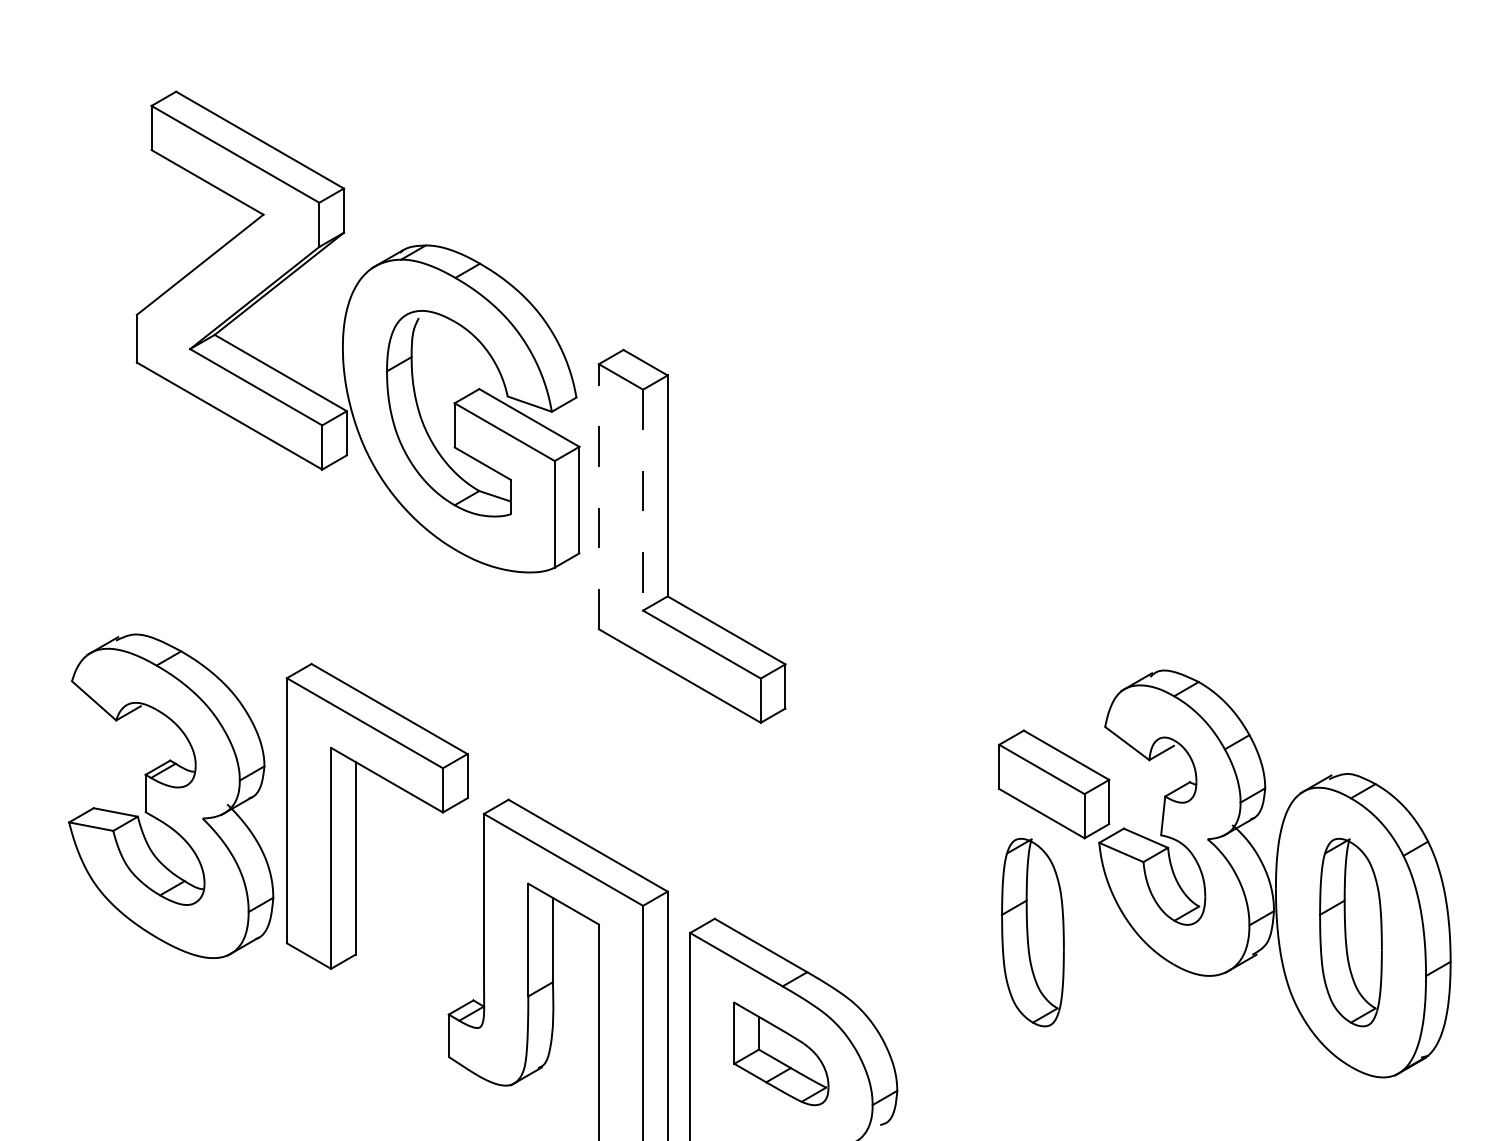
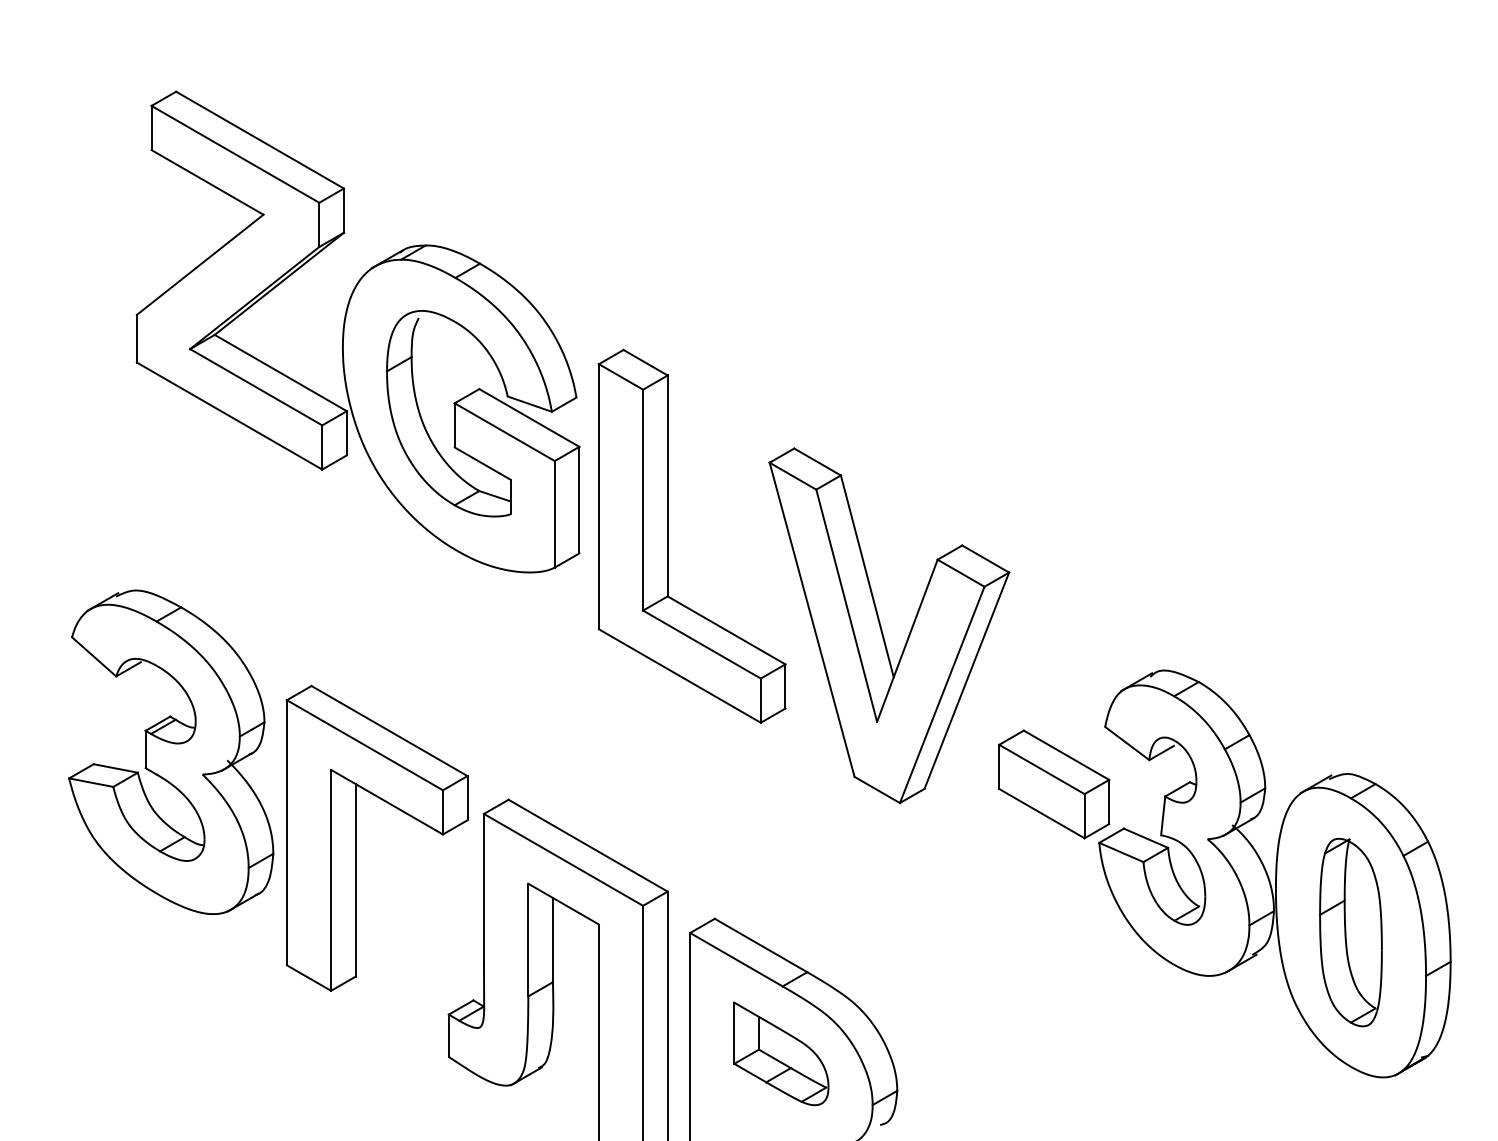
line at (598, 496): dashed -> solid
line at (643, 500): dashed -> solid
part at (881, 625): none -> present
part at (171, 795) position: (171, 795) -> (171, 751)
part at (356, 815) position: (356, 815) -> (356, 837)
part at (1032, 932): present -> none
